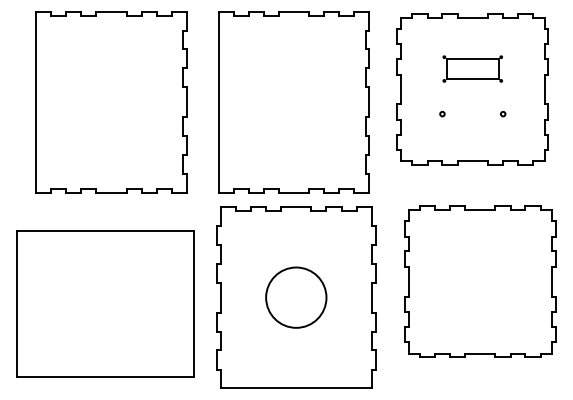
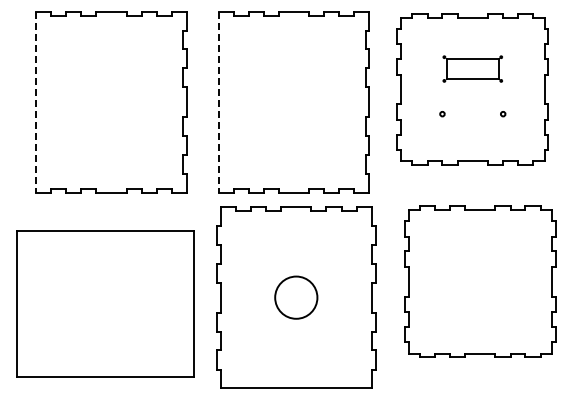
line at (36, 102): solid -> dashed
line at (218, 102): solid -> dashed
circle at (296, 297) diameter: 60 px -> 42 px
